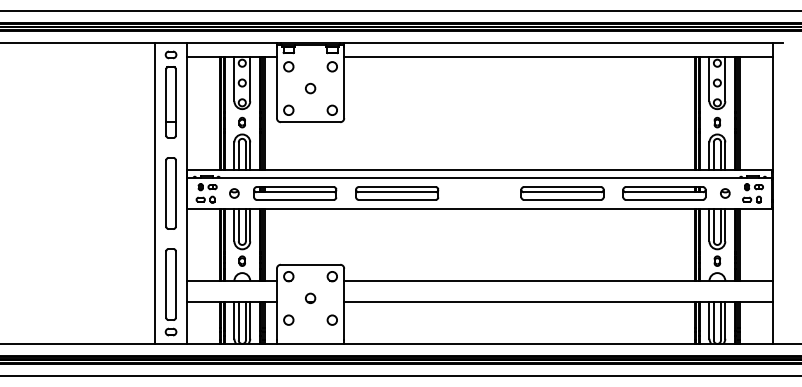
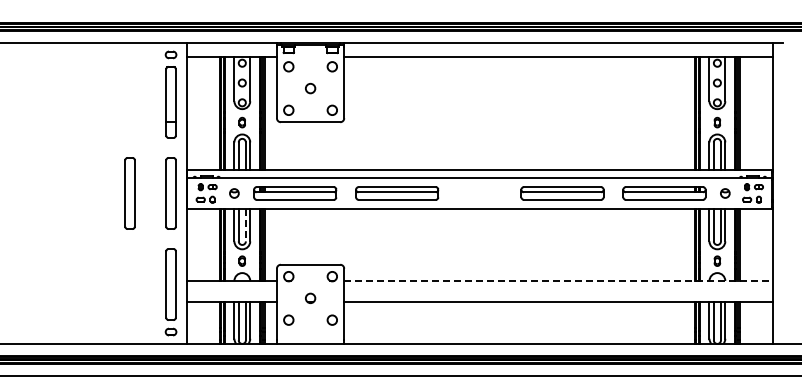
line at (400, 11): present -> none
part at (129, 193): none -> present
line at (155, 193): present -> none
line at (245, 225): solid -> dashed
line at (559, 280): solid -> dashed
